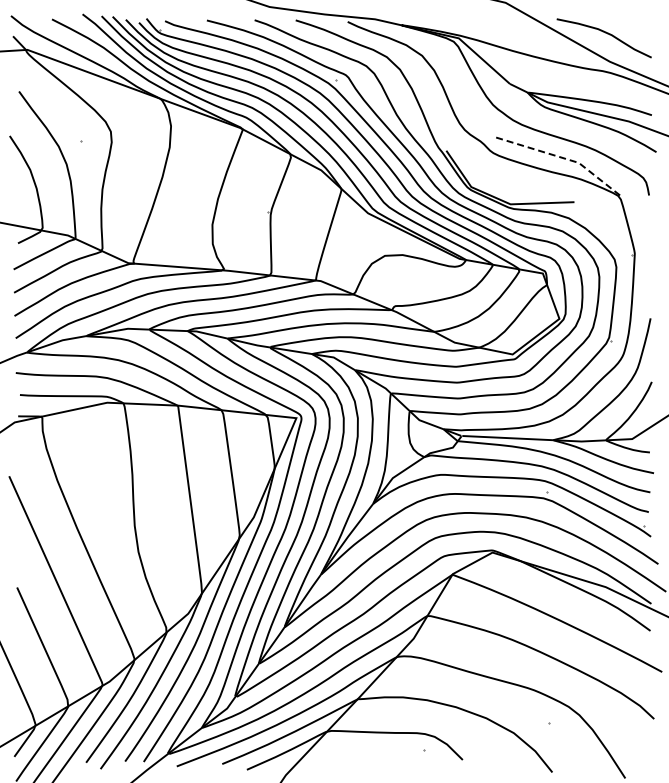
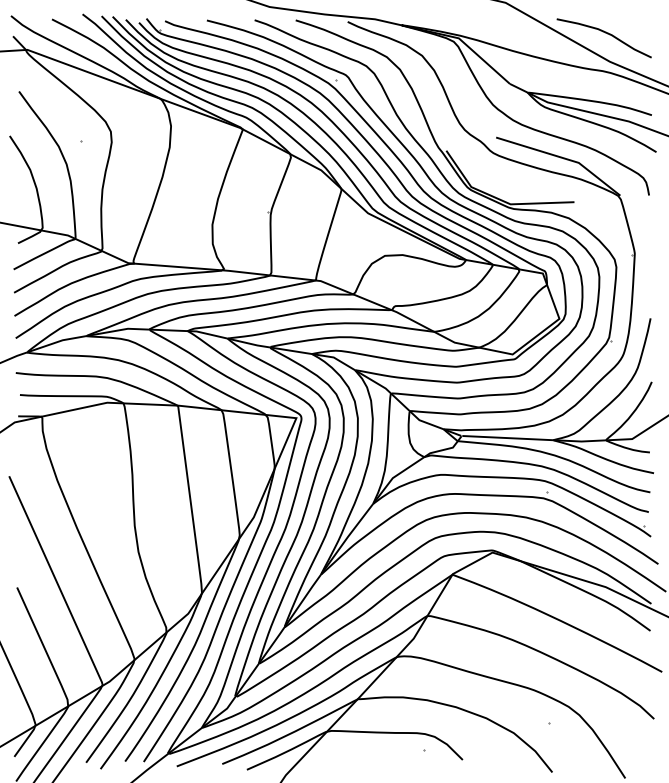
line at (563, 158): dashed -> solid
